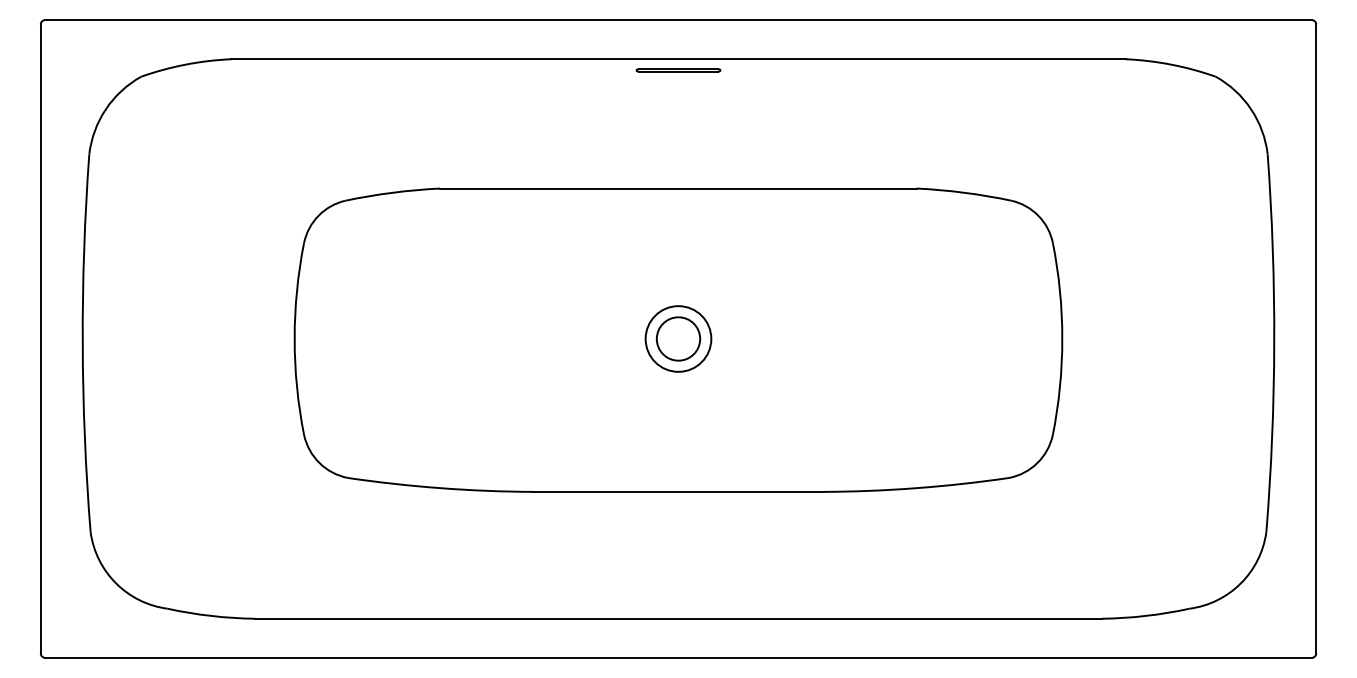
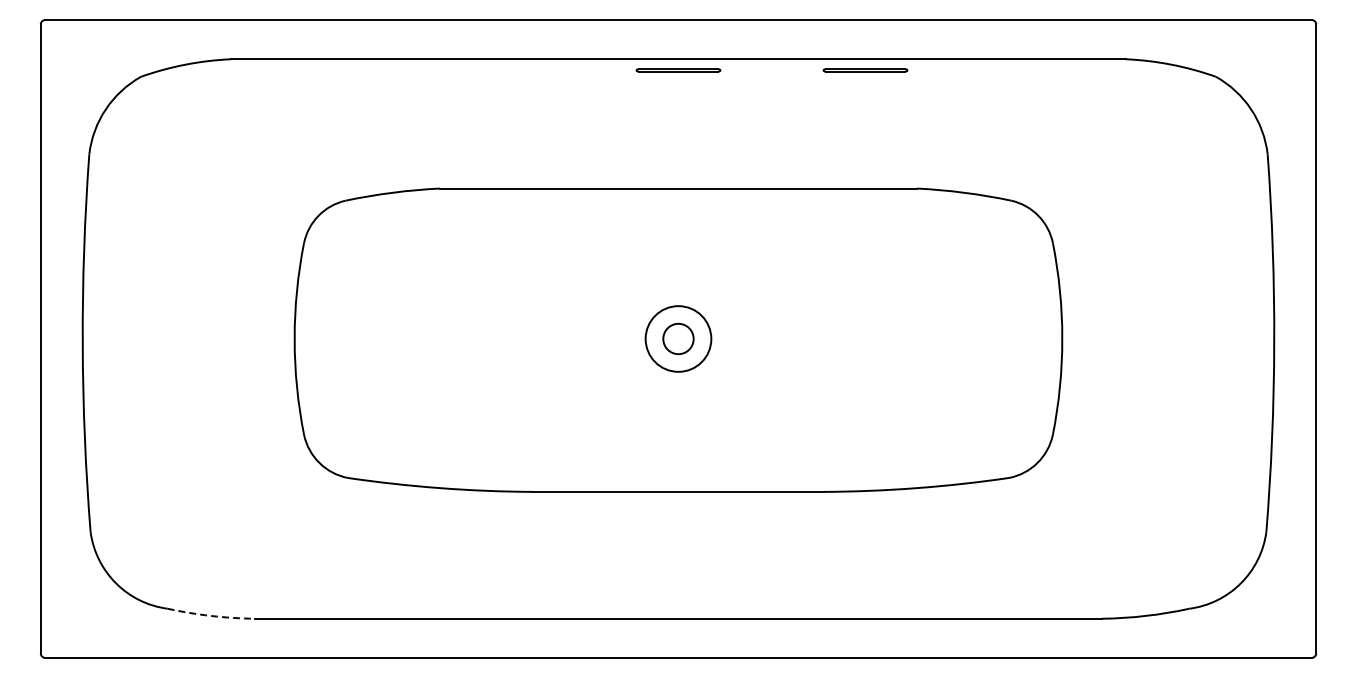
line at (865, 69): none -> present
circle at (678, 338) diameter: 43 px -> 30 px
arc at (211, 615): solid -> dashed
